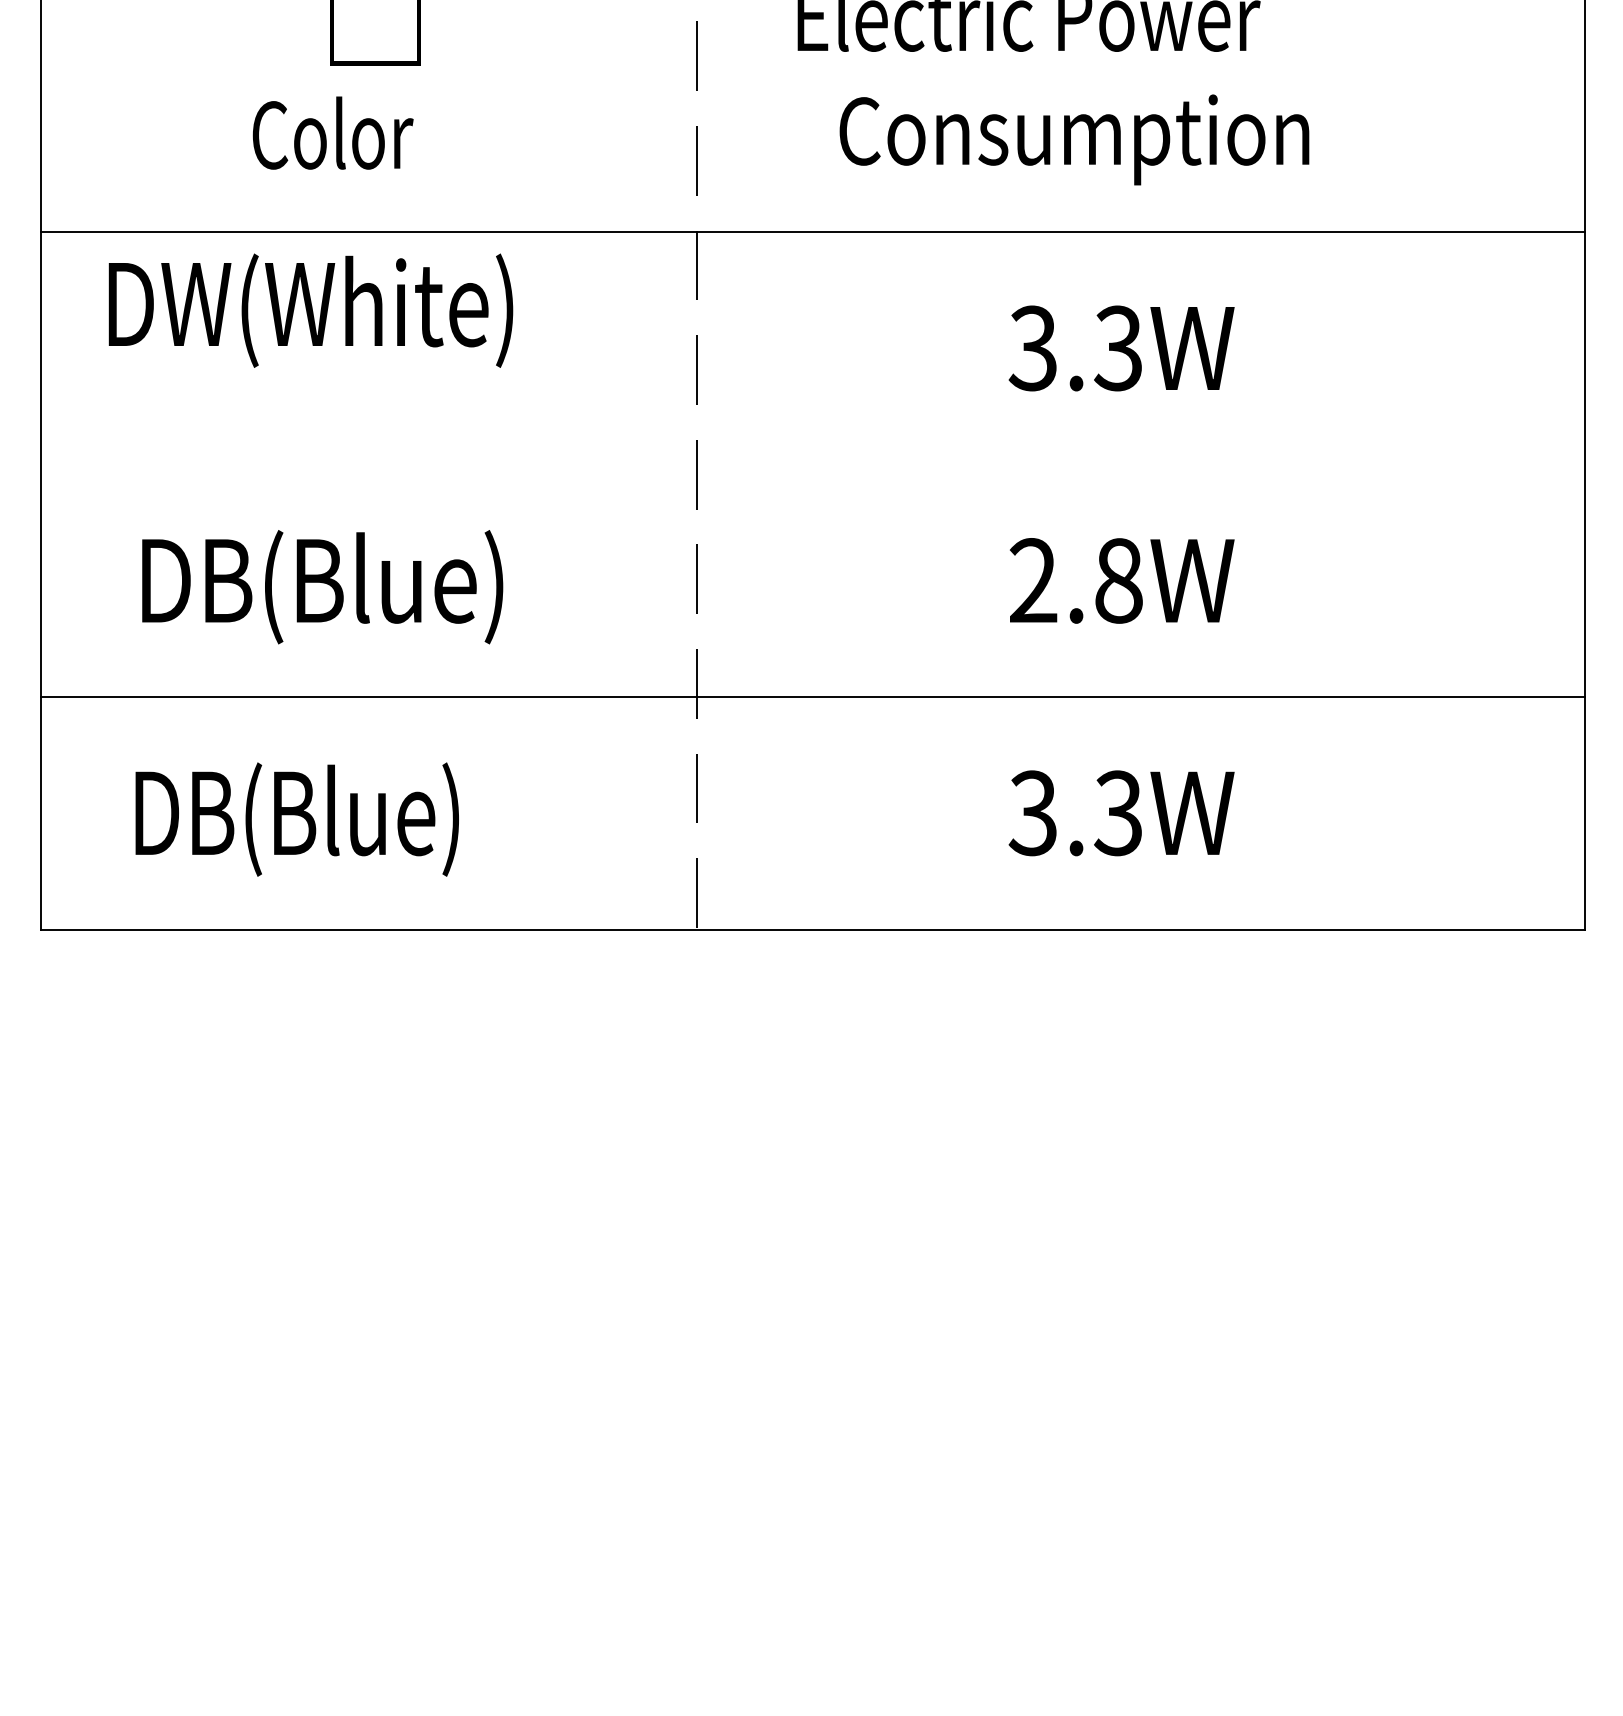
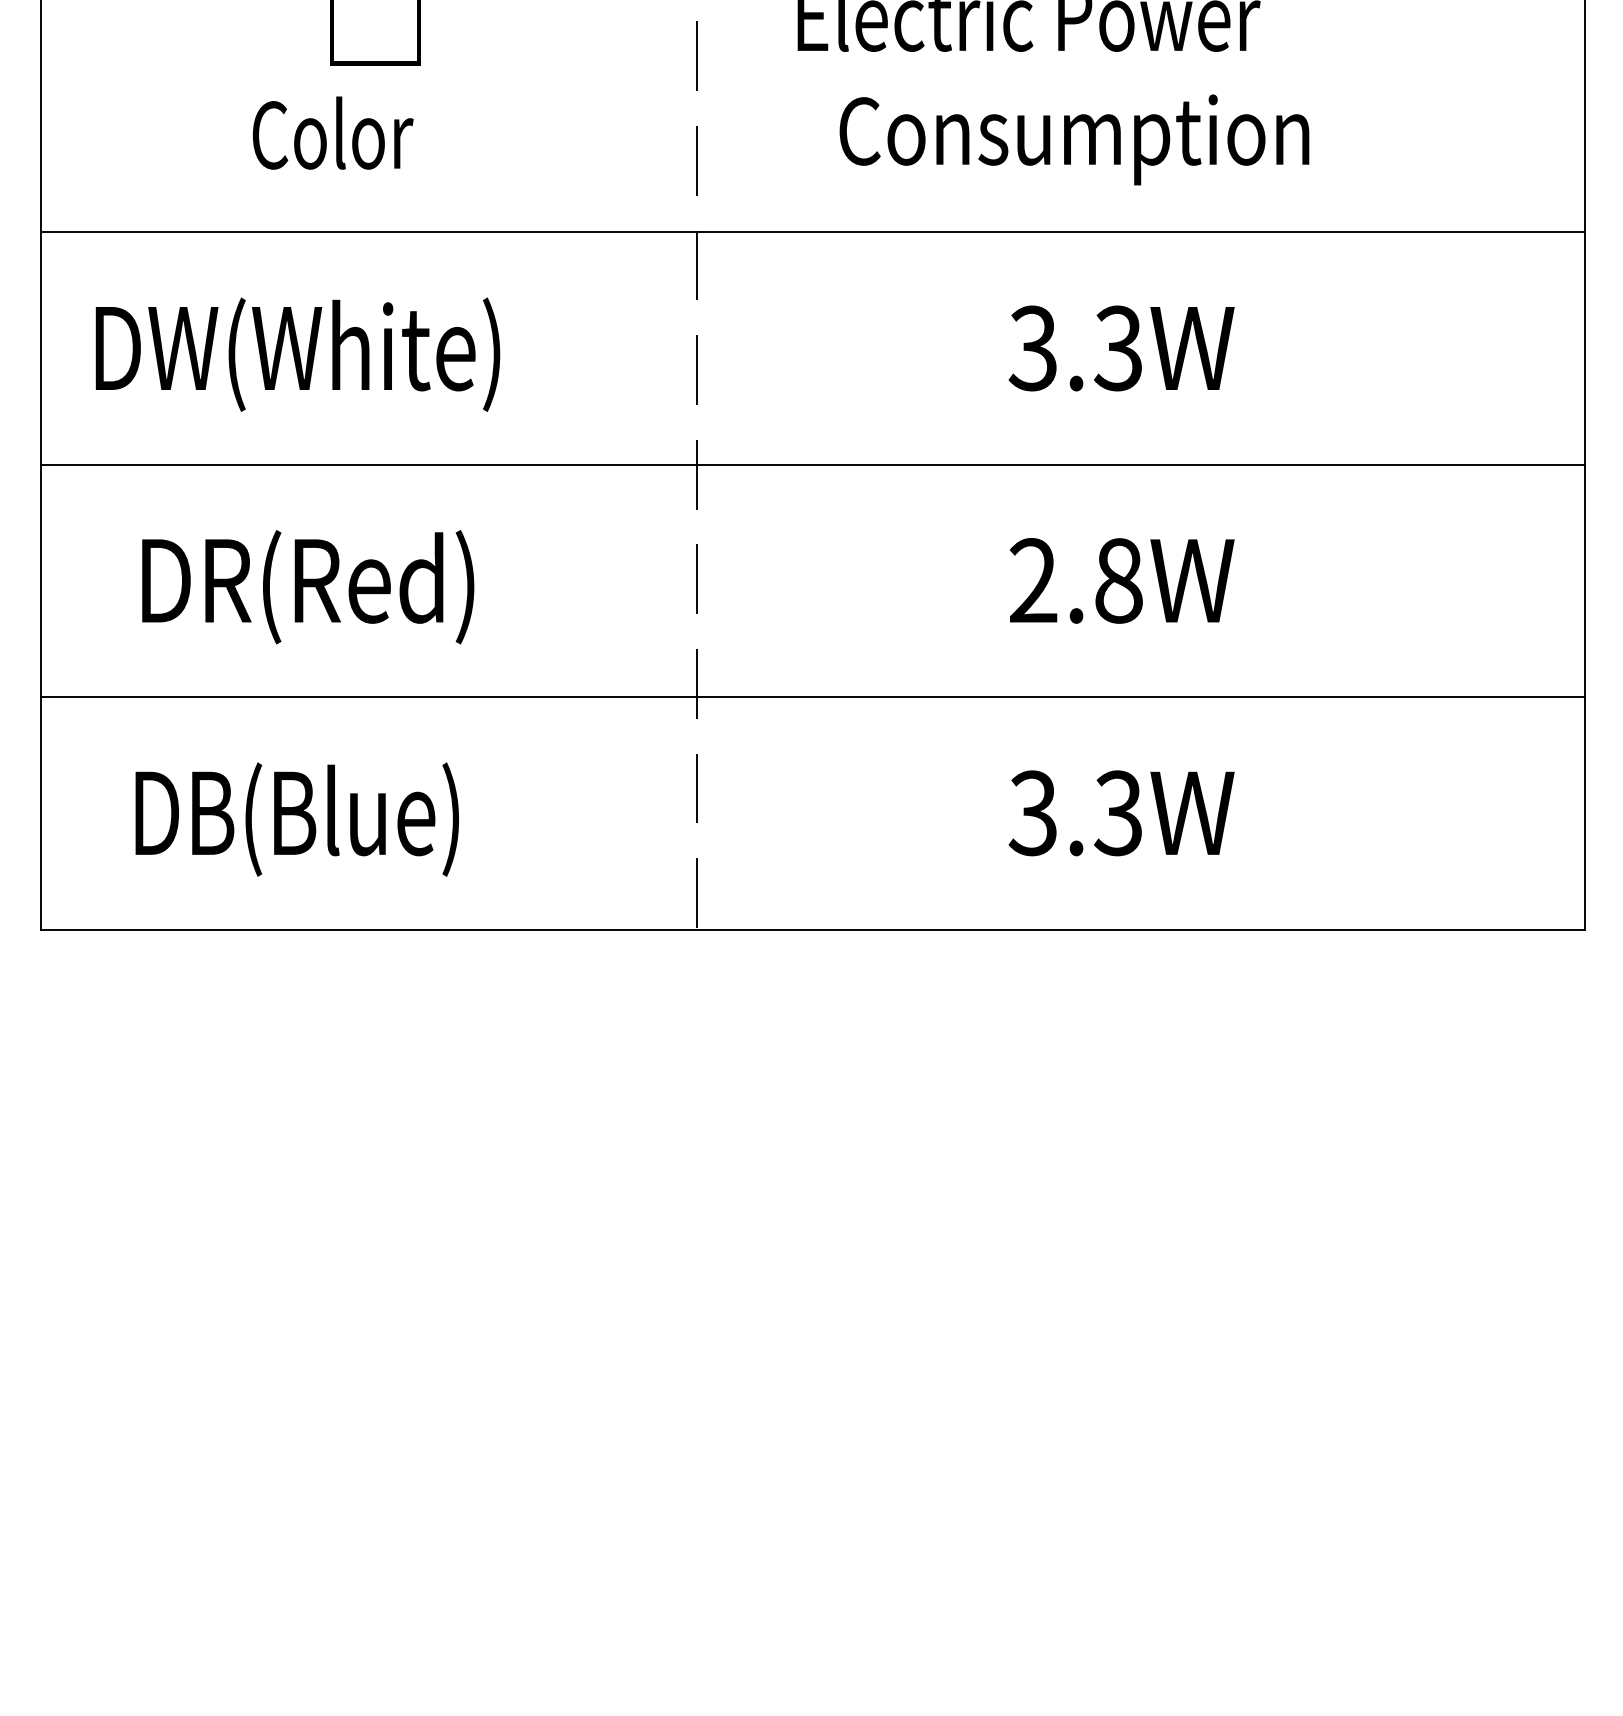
text at (310, 310) position: (310, 310) -> (297, 354)
line at (812, 464): none -> present
text at (358, 587): DB(Blue) -> DR(Red)
